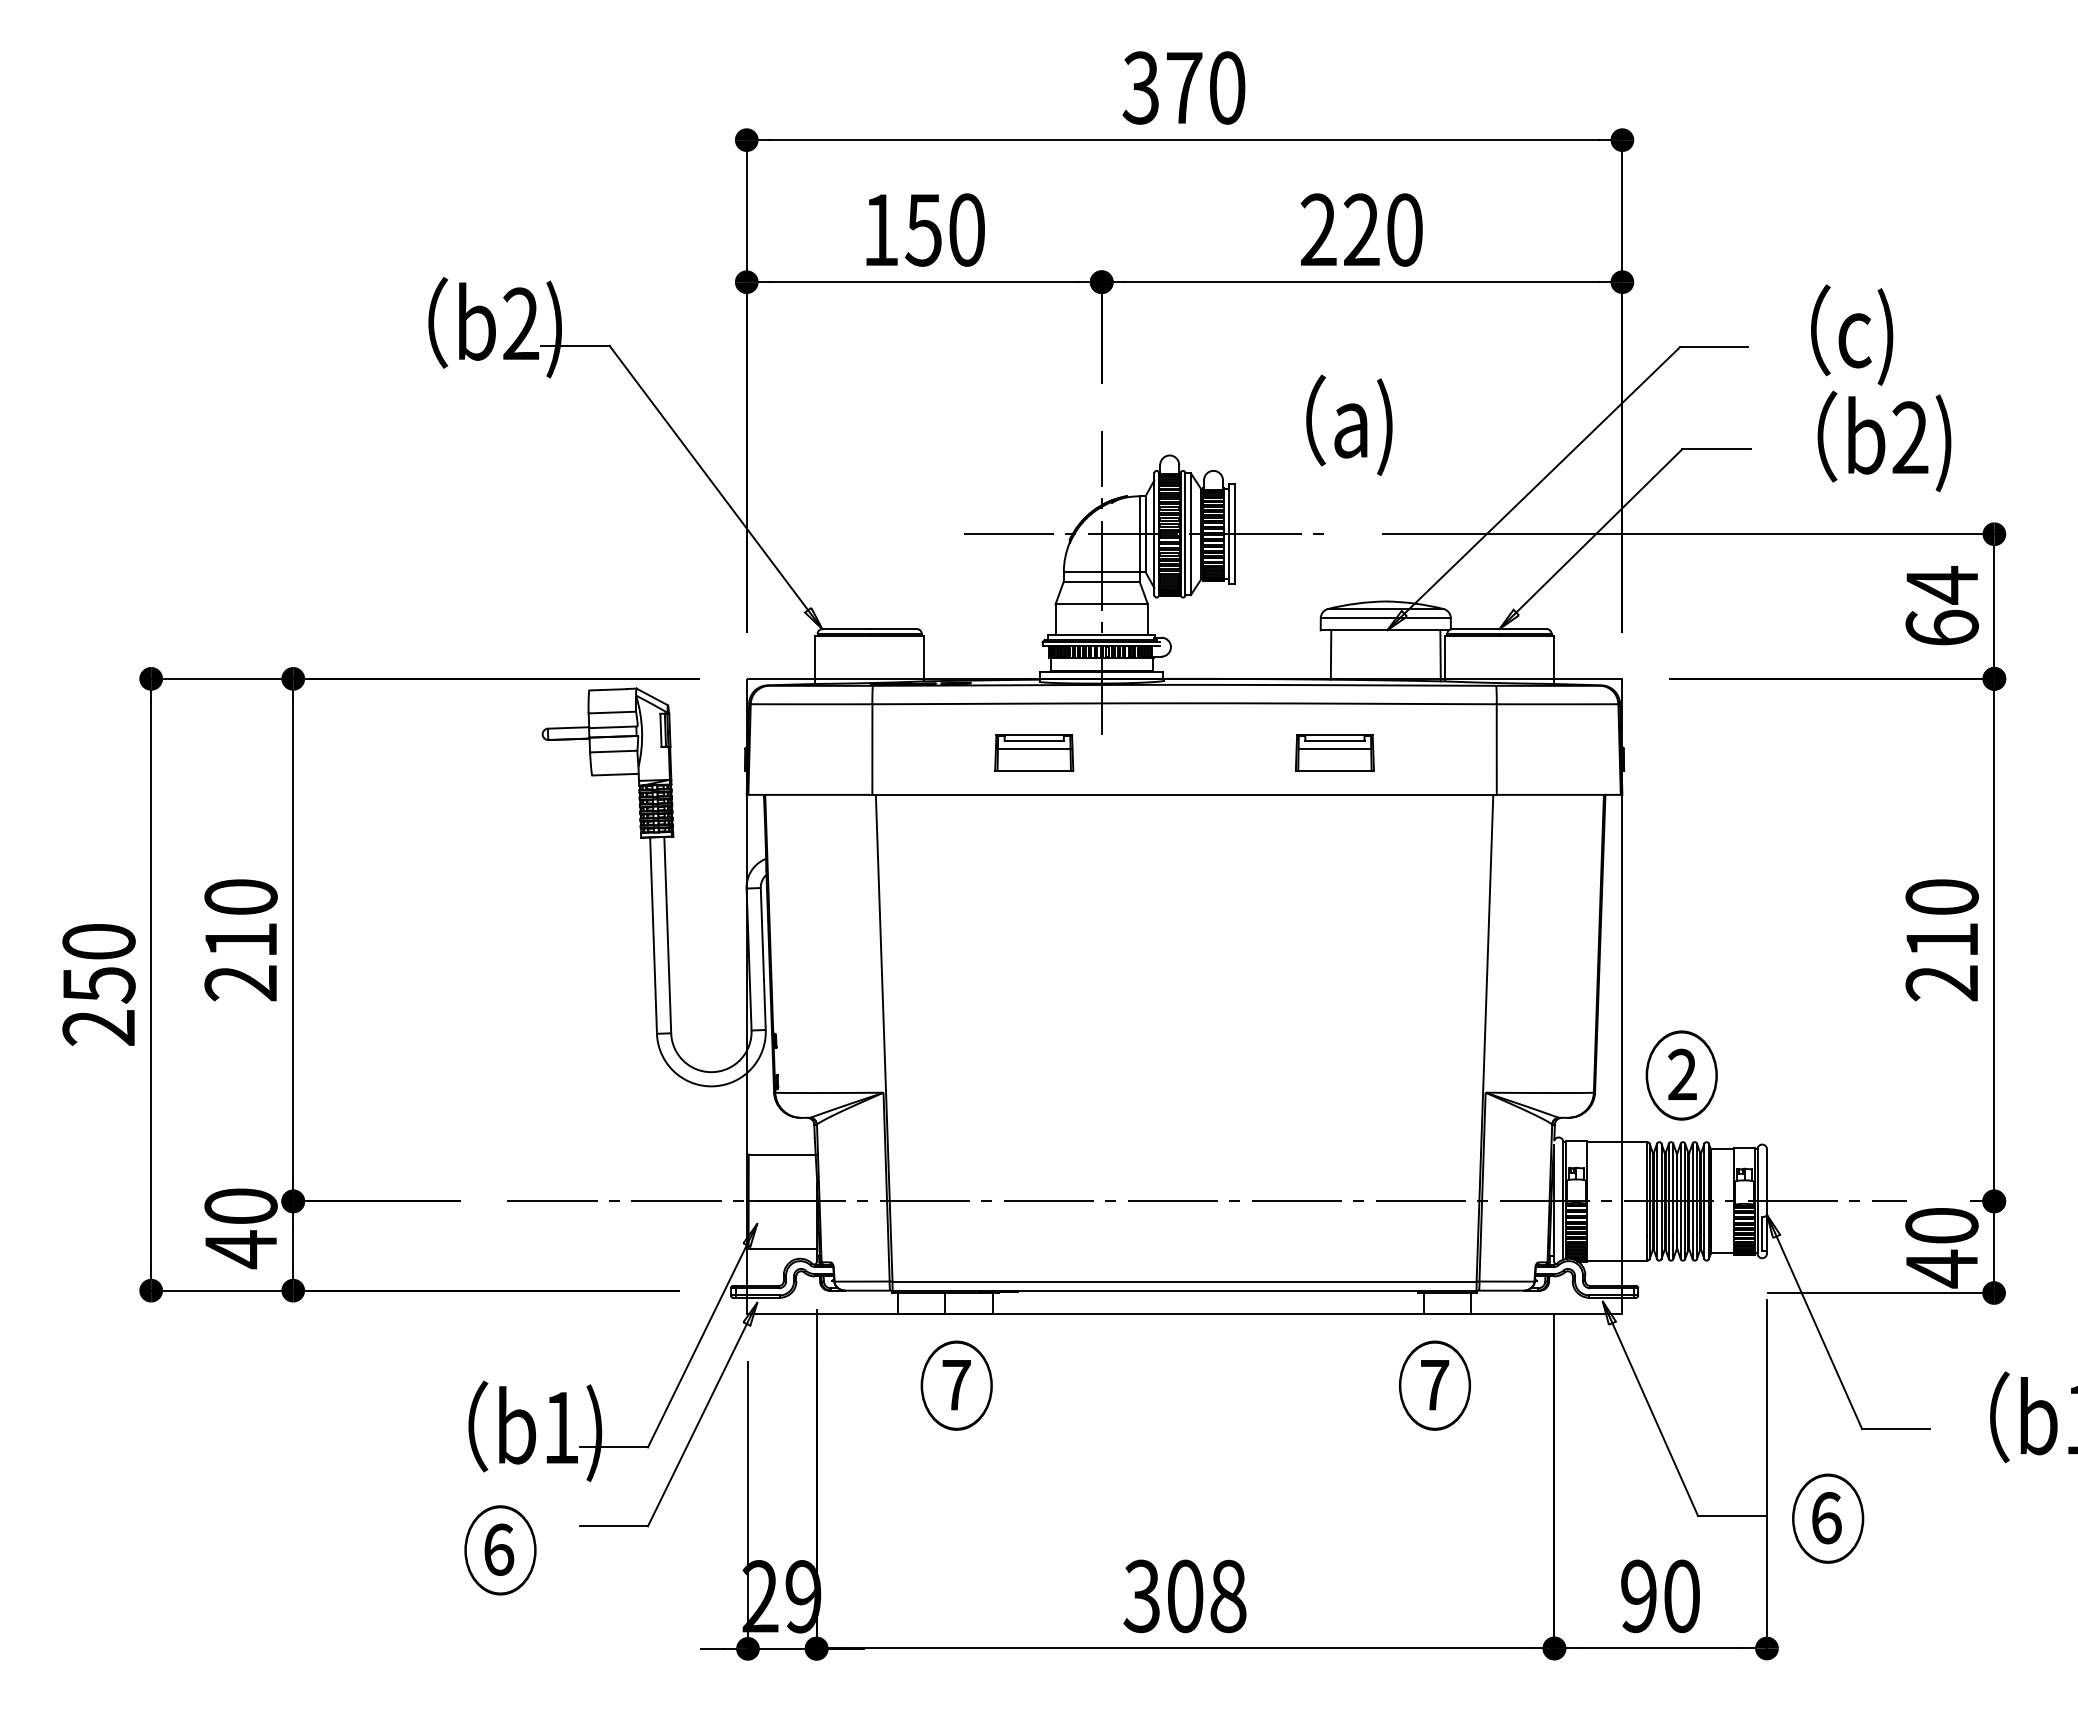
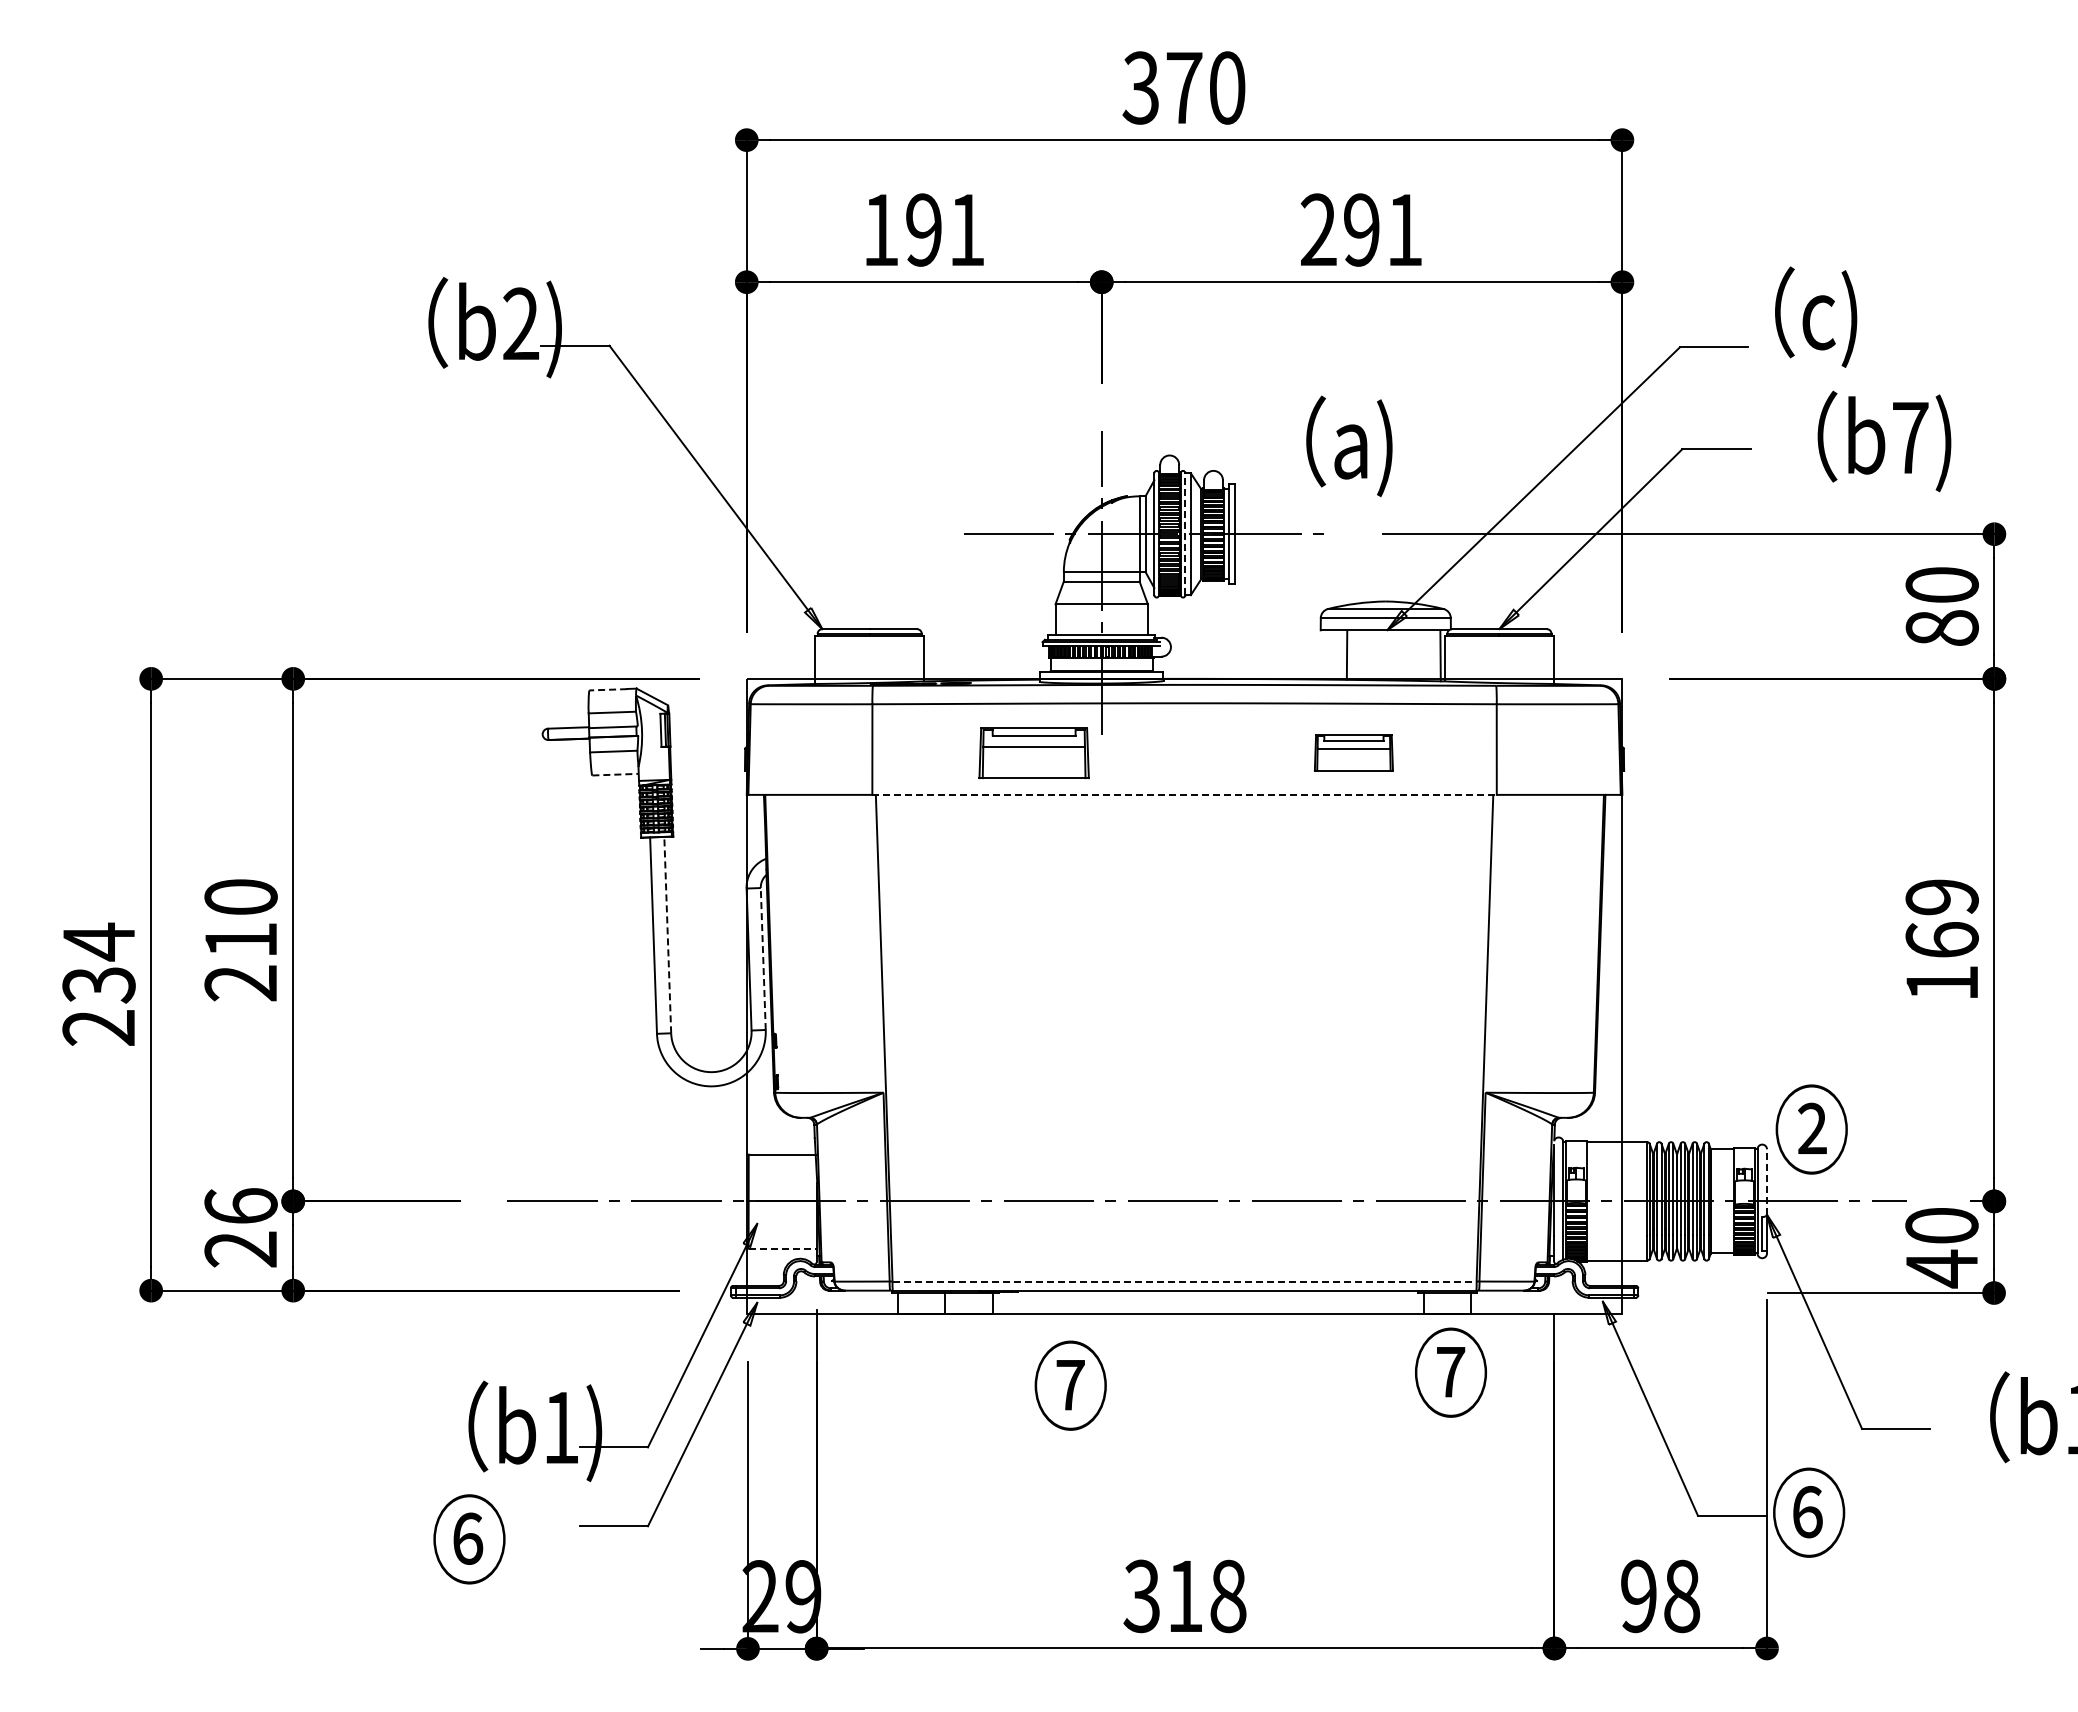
text at (944, 229): 150 -> 191
text at (1382, 229): 220 -> 291
text at (1852, 334) position: (1852, 334) -> (1816, 316)
text at (1349, 424) position: (1349, 424) -> (1349, 445)
text at (1910, 437): b2) -> b7)
line at (1185, 534): solid -> dashed
text at (1941, 605): 64 -> 80
line at (1330, 654) position: (1330, 654) -> (1346, 654)
line at (608, 689): solid -> dashed
part at (1034, 752) size: 81x38 px -> 112x53 px
part at (1334, 752) position: (1334, 752) -> (1353, 752)
line at (616, 774): solid -> dashed
line at (1185, 794): solid -> dashed
line at (667, 934): solid -> dashed
text at (1941, 940): 210 -> 169
line at (763, 958): solid -> dashed
text at (98, 962): 250 -> 234
text at (1681, 1075) position: (1681, 1075) -> (1811, 1129)
line at (1766, 1182): solid -> dashed
text at (240, 1228): 40 -> 26
line at (783, 1248): solid -> dashed
line at (1185, 1281): solid -> dashed
text at (956, 1385) position: (956, 1385) -> (1070, 1385)
text at (1435, 1385) position: (1435, 1385) -> (1451, 1372)
text at (1828, 1518) position: (1828, 1518) -> (1809, 1512)
text at (500, 1550) position: (500, 1550) -> (469, 1539)
text at (1682, 1595): 90 -> 98
text at (1185, 1596): 308 -> 318
